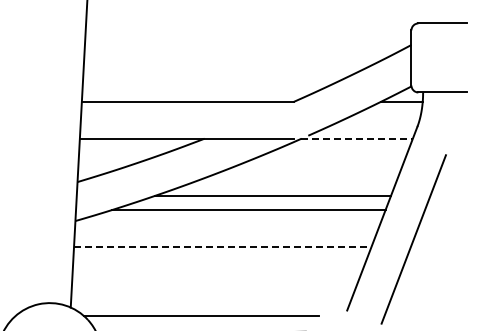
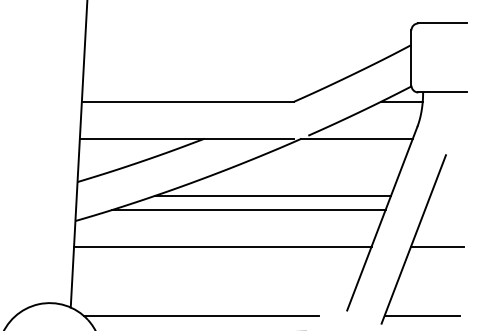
line at (357, 138): dashed -> solid
line at (222, 246): dashed -> solid
line at (437, 246): none -> present
line at (421, 315): none -> present
